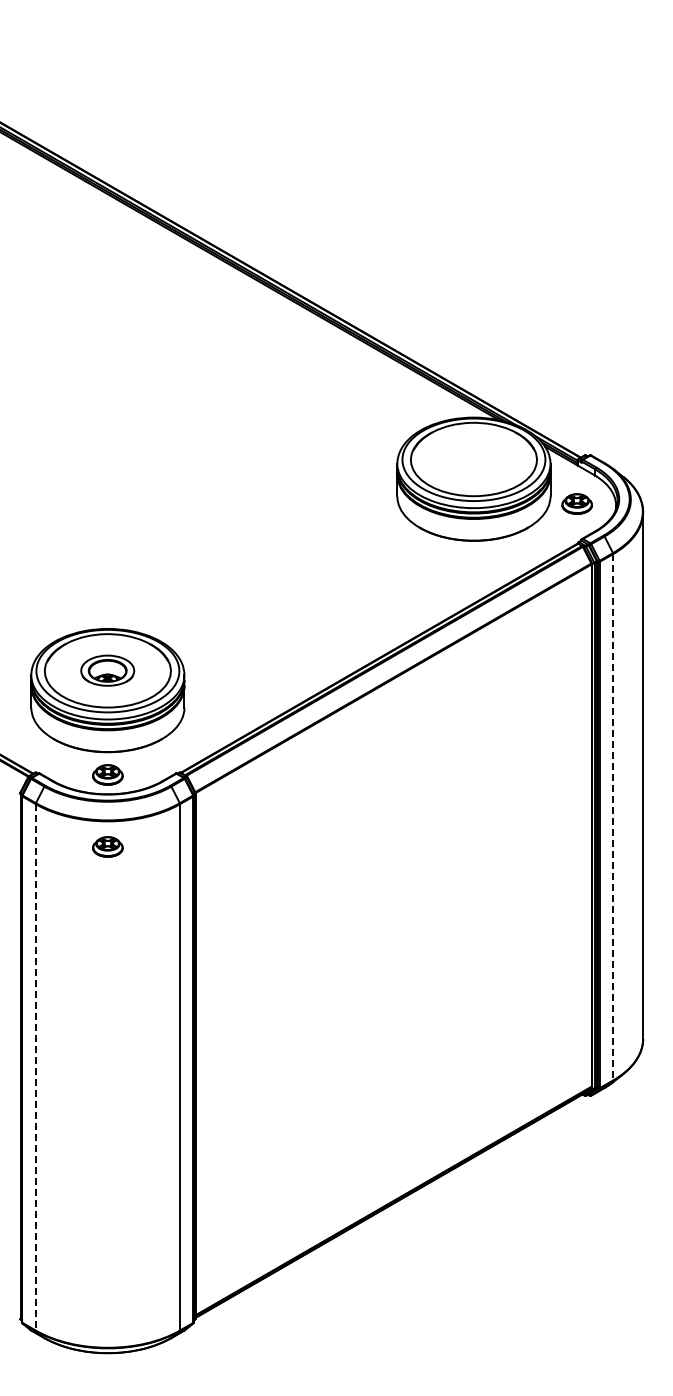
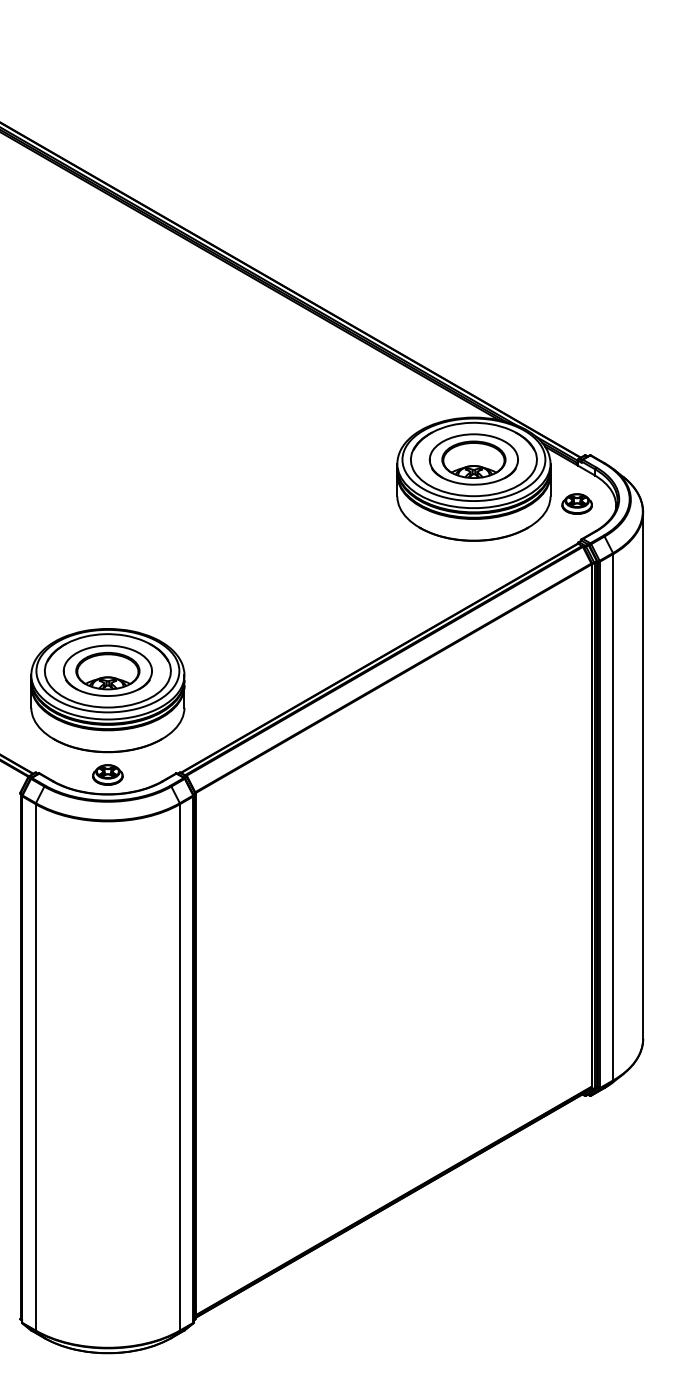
part at (473, 459): none -> present
part at (107, 670) size: 56x33 px -> 91x53 px
line at (613, 817): dashed -> solid
part at (107, 846): present -> none
line at (35, 1067): dashed -> solid
